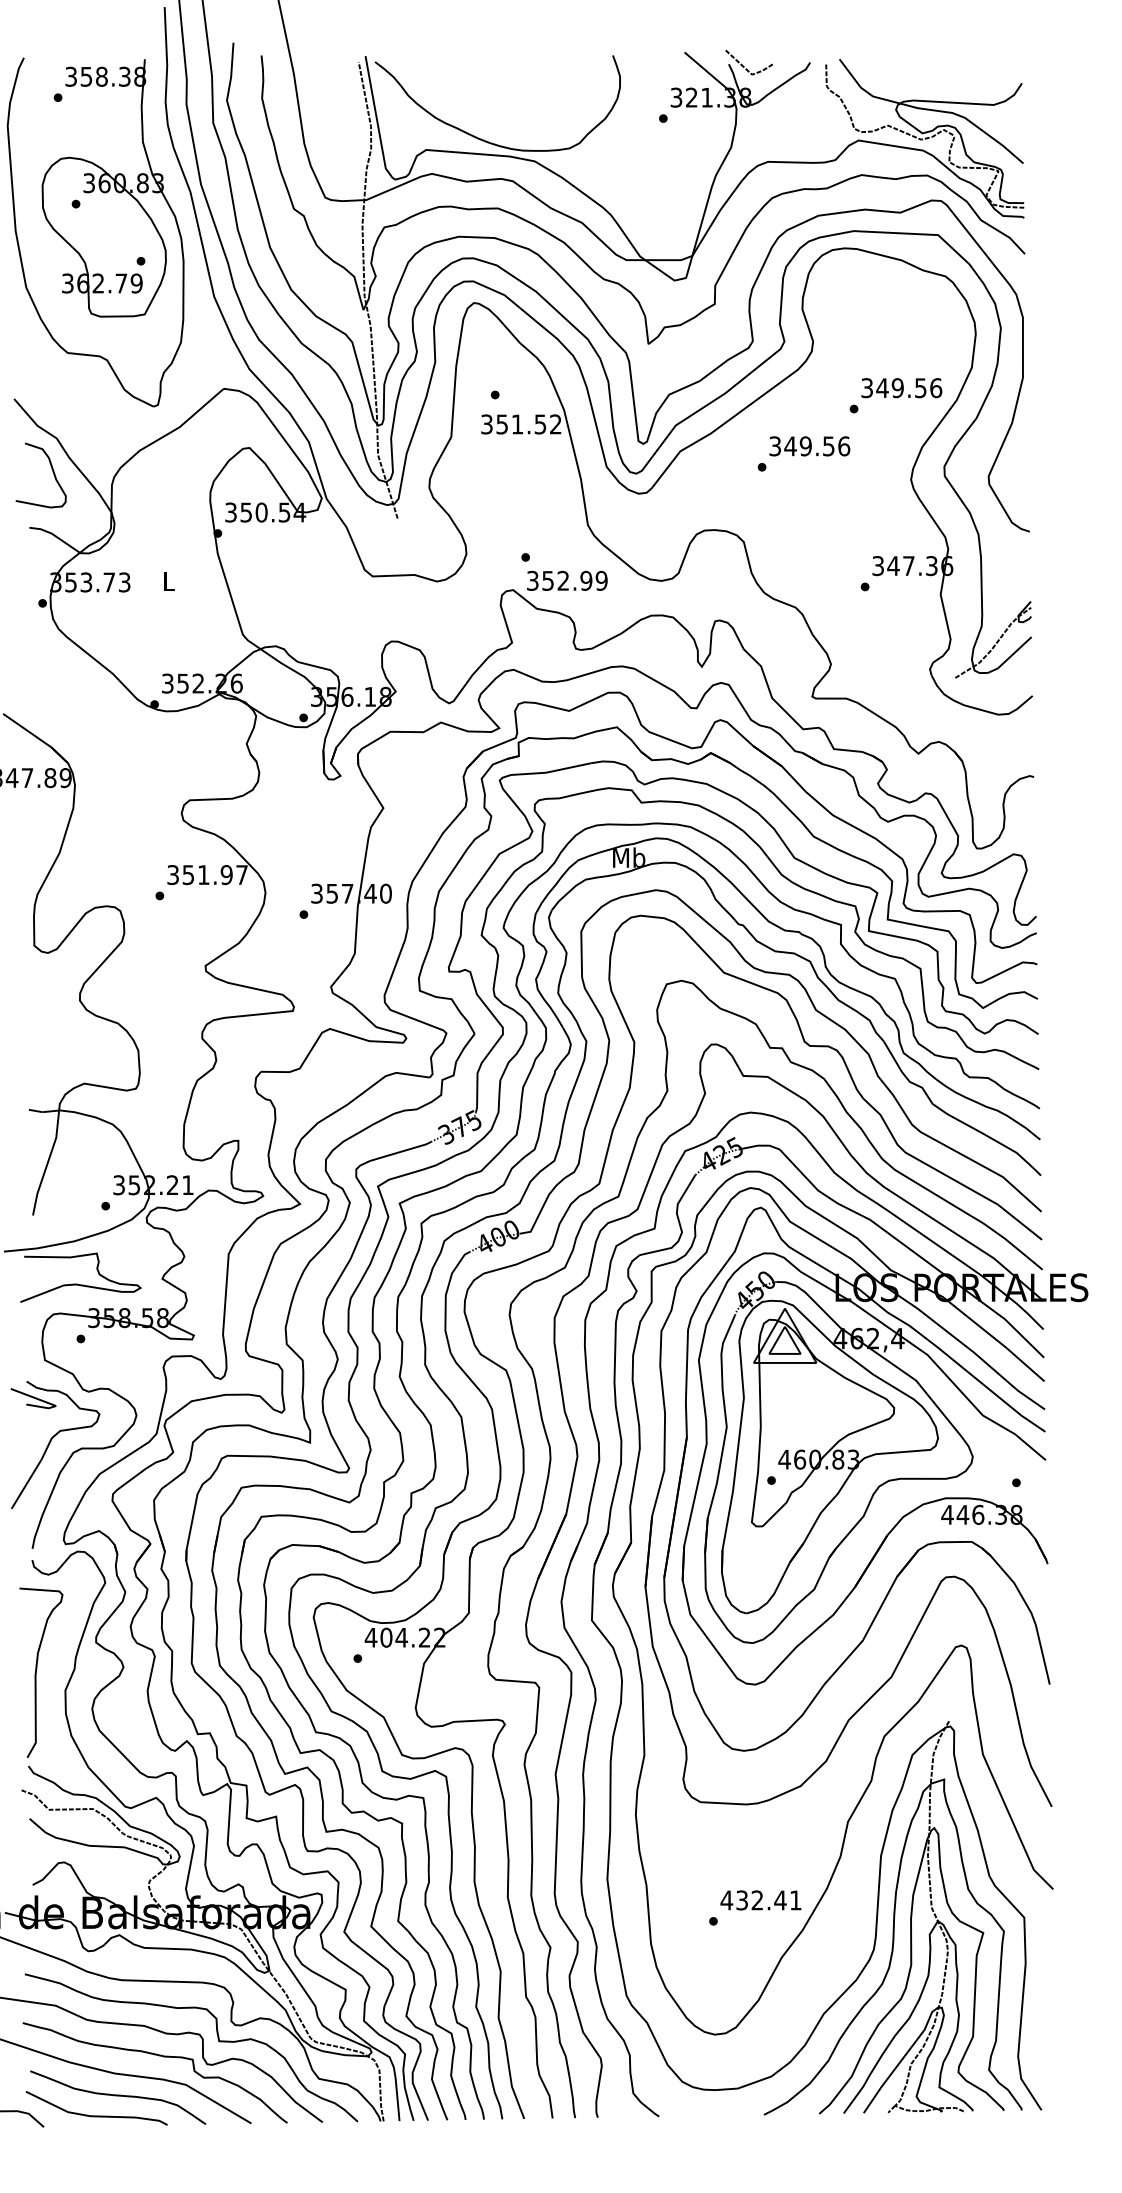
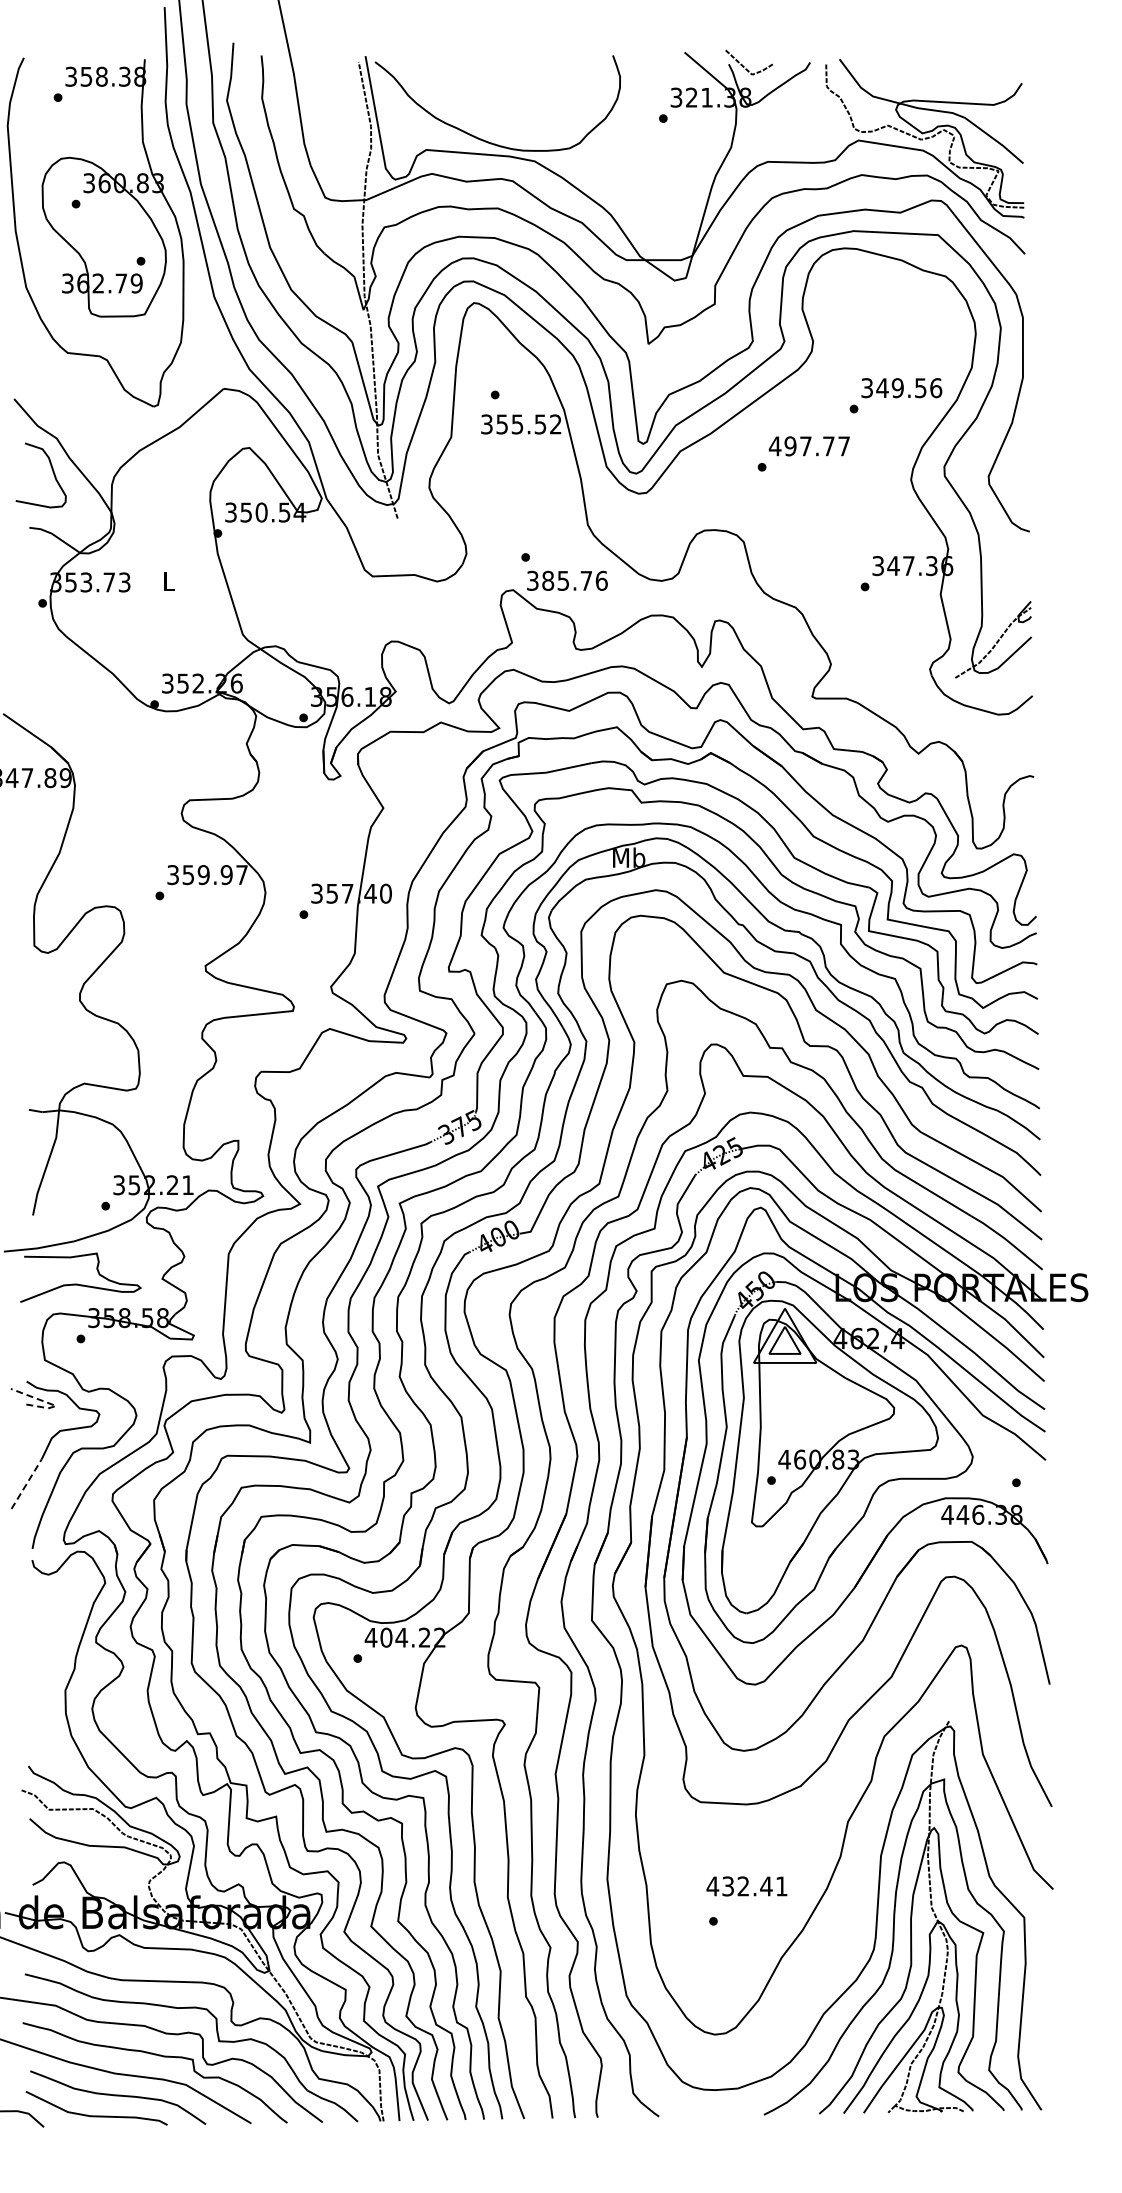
text at (517, 424): 351.52 -> 355.52
text at (809, 446): 349.56 -> 497.77
text at (574, 580): 352.99 -> 385.76
text at (203, 875): 351.97 -> 359.97
line at (48, 1403): solid -> dashed
line at (26, 1484): solid -> dashed
curve at (37, 1669): present -> none
text at (760, 1900) position: (760, 1900) -> (746, 1886)
